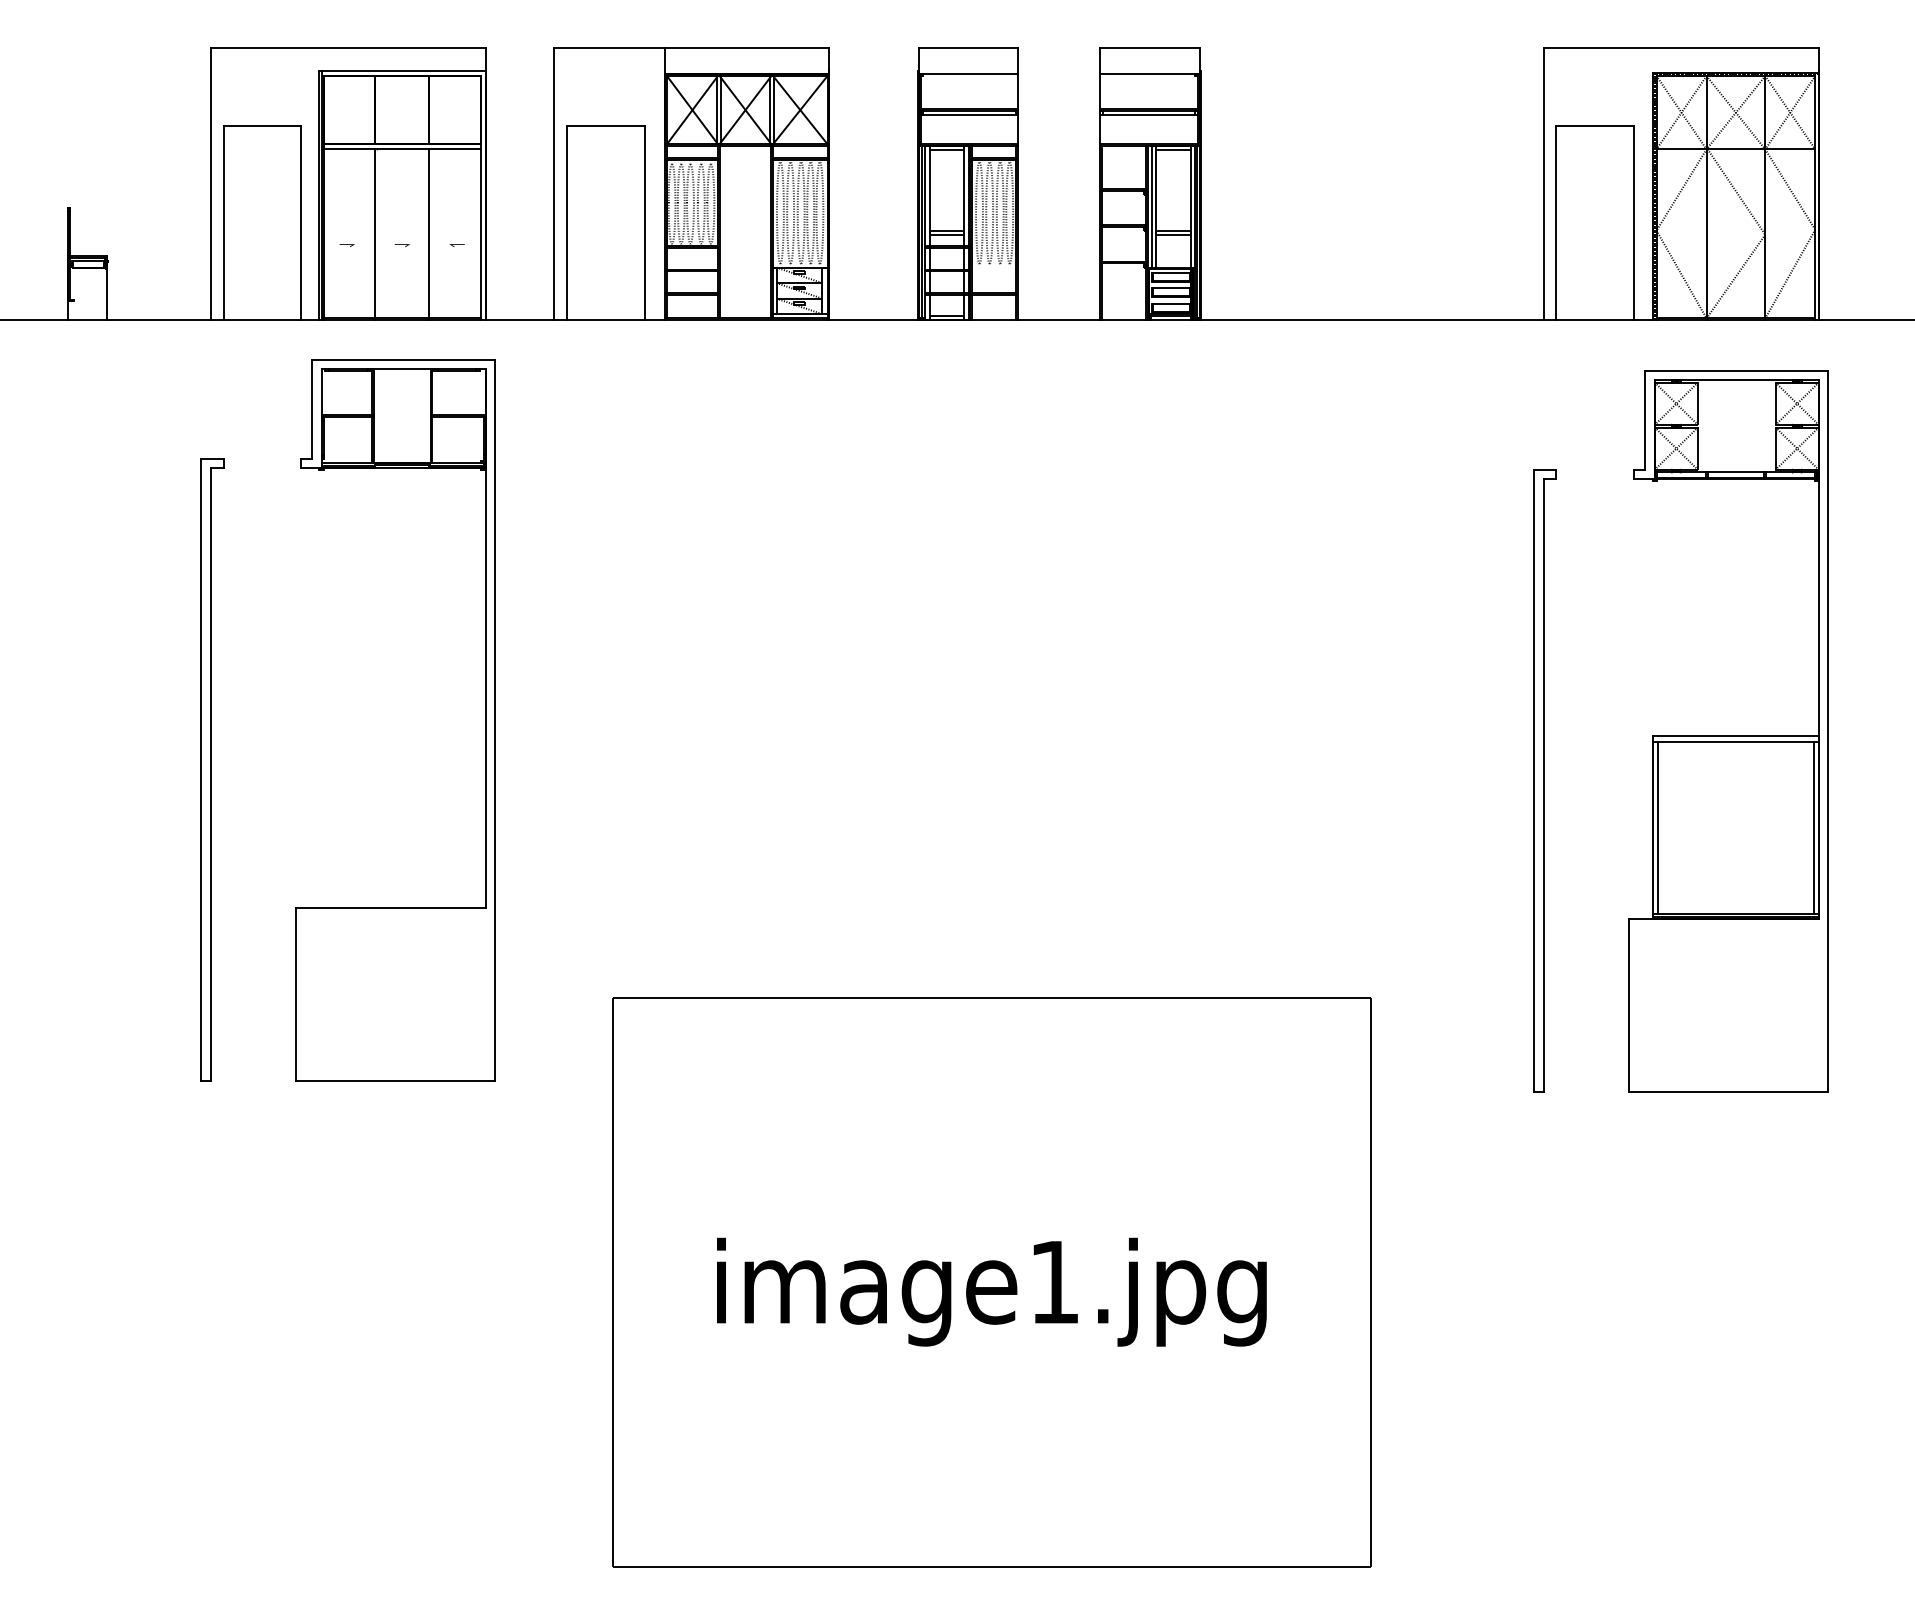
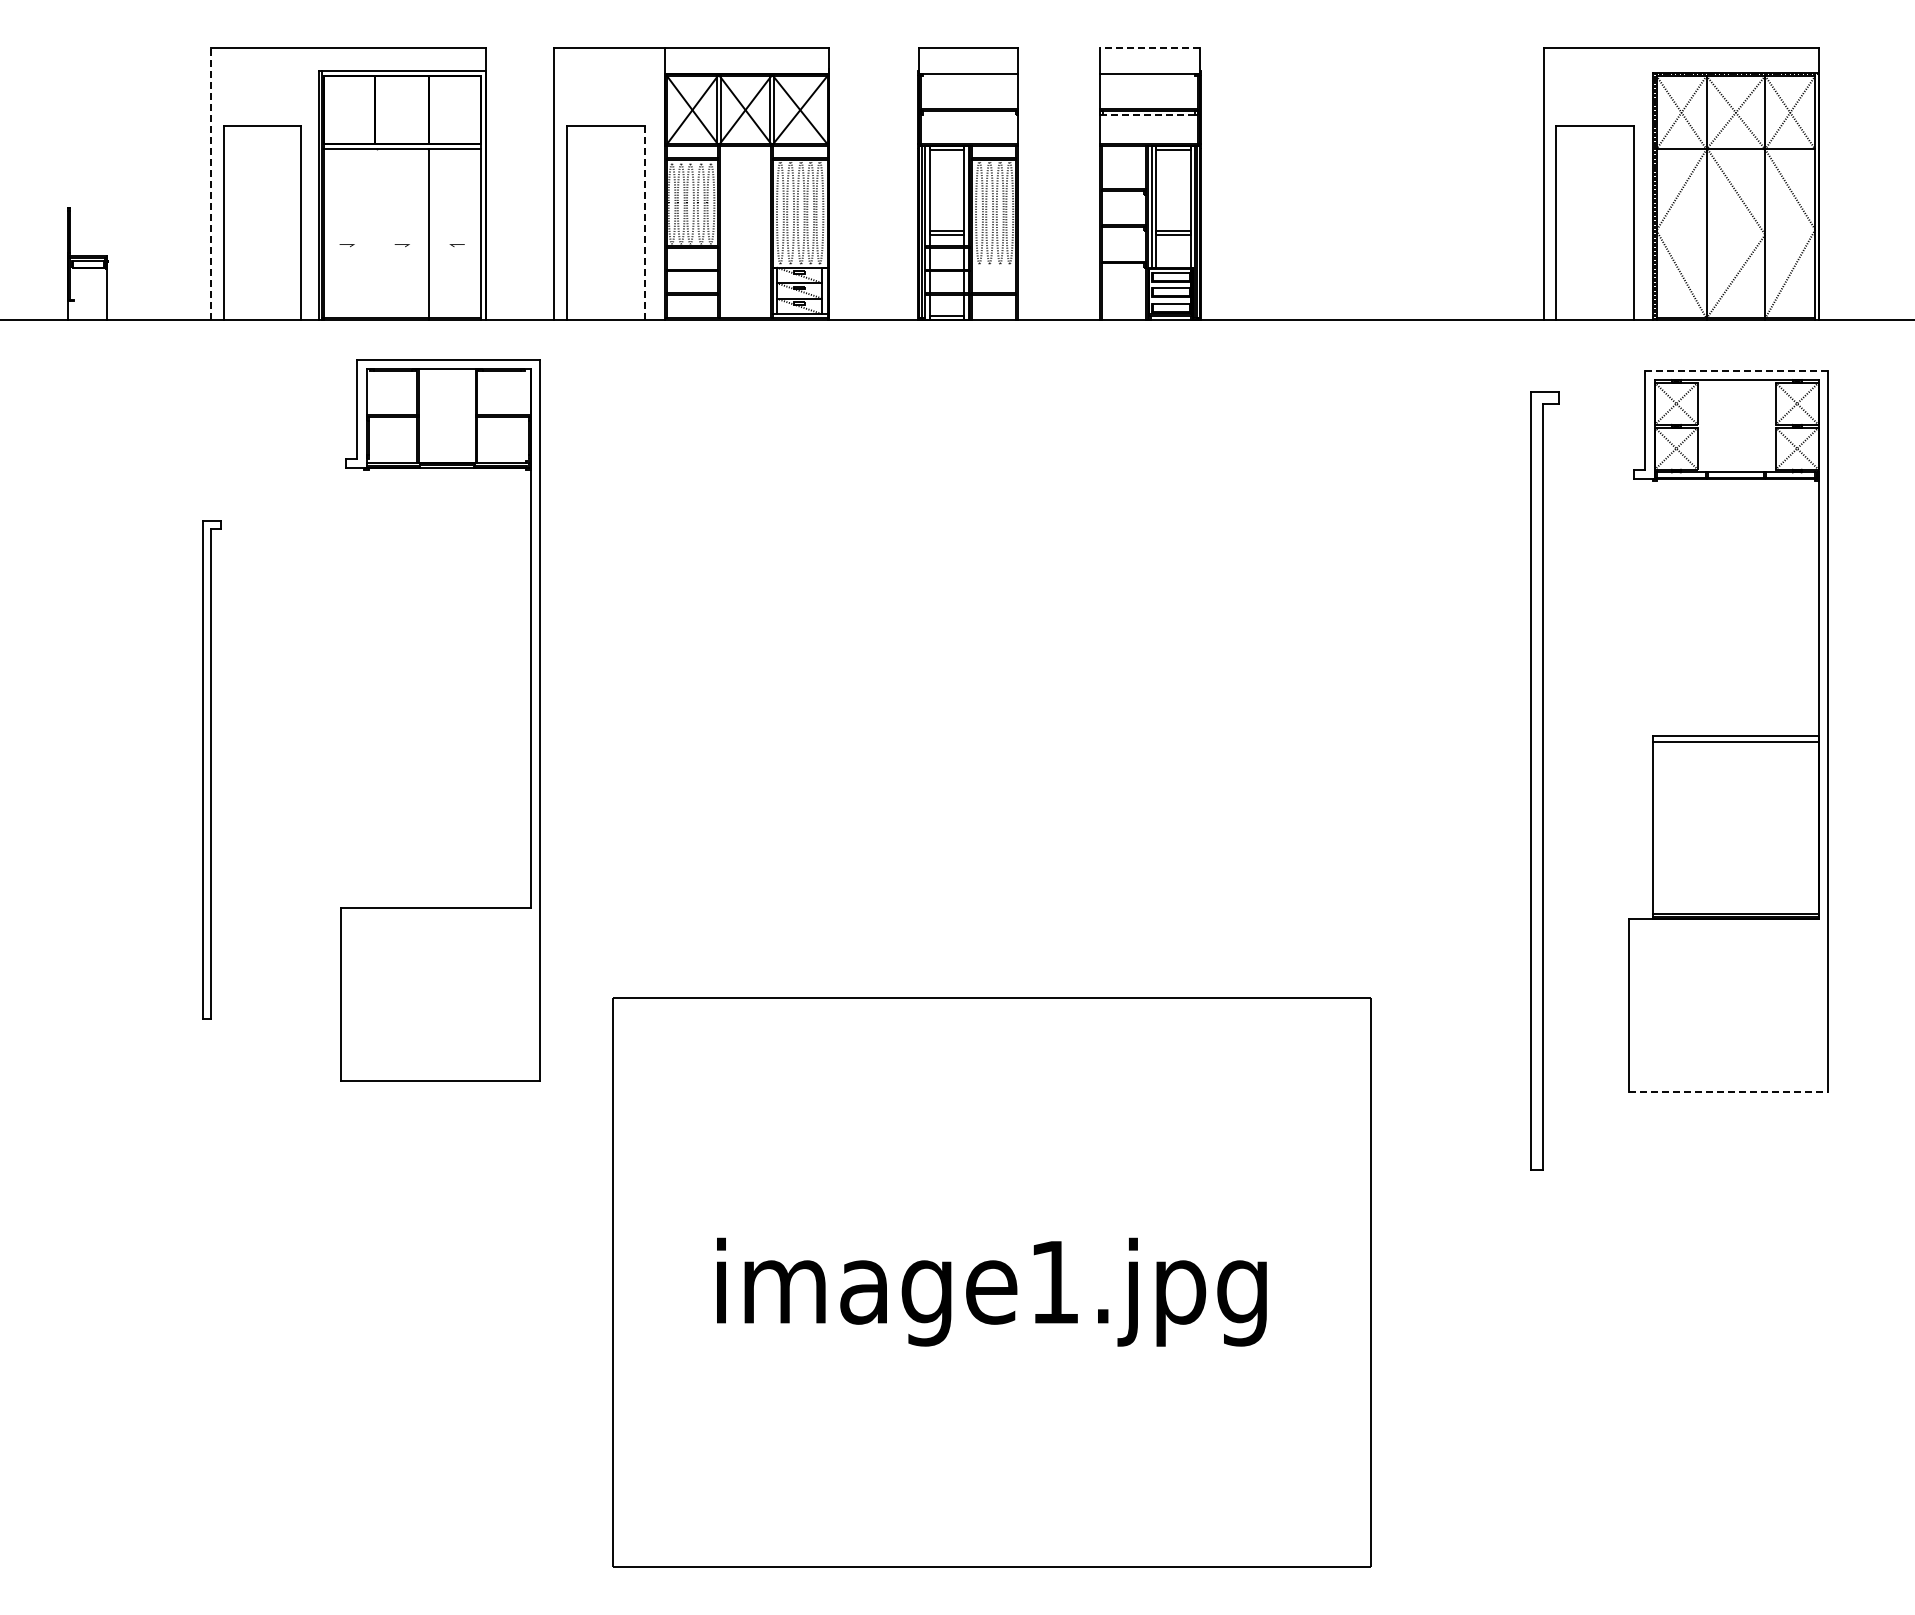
line at (1149, 48): solid -> dashed
line at (969, 115): present -> none
line at (1148, 115): solid -> dashed
line at (210, 184): solid -> dashed
line at (644, 222): solid -> dashed
line at (375, 234): present -> none
line at (1737, 370): solid -> dashed
part at (485, 720) position: (485, 720) -> (530, 720)
part at (212, 769) size: 25x624 px -> 20x500 px
part at (1544, 780) size: 24x624 px -> 30x780 px
line at (1658, 827): present -> none
line at (1813, 827): present -> none
line at (1728, 1091): solid -> dashed
